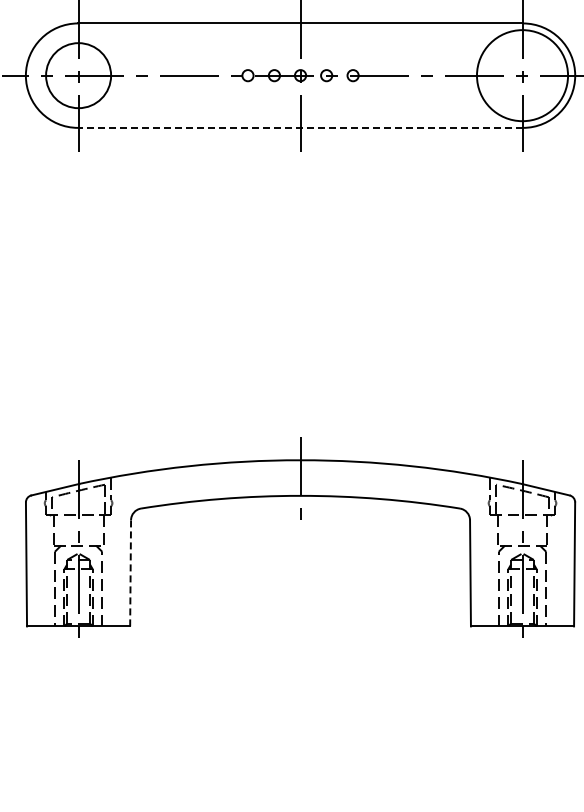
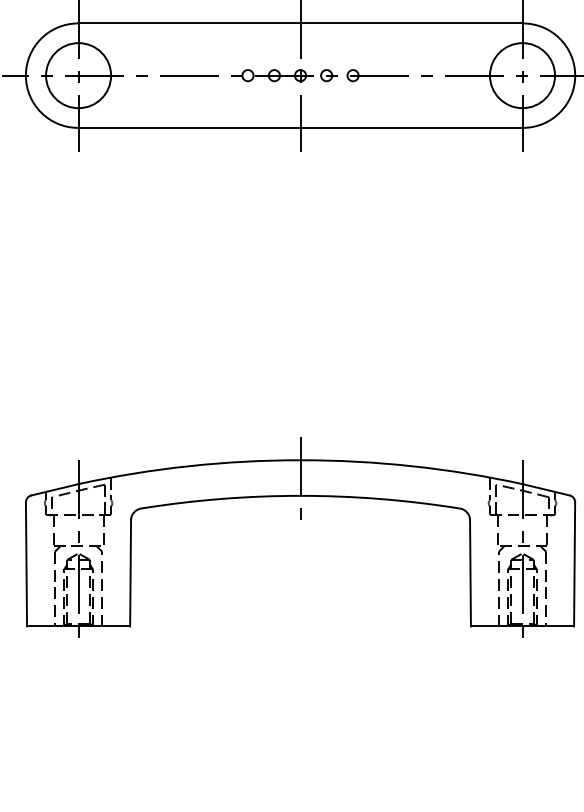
circle at (522, 75) diameter: 91 px -> 65 px
line at (300, 127): dashed -> solid
line at (130, 572): dashed -> solid
